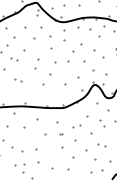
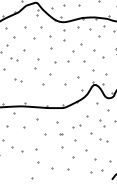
part at (101, 145) position: (101, 145) -> (103, 140)
part at (19, 168): present -> none
